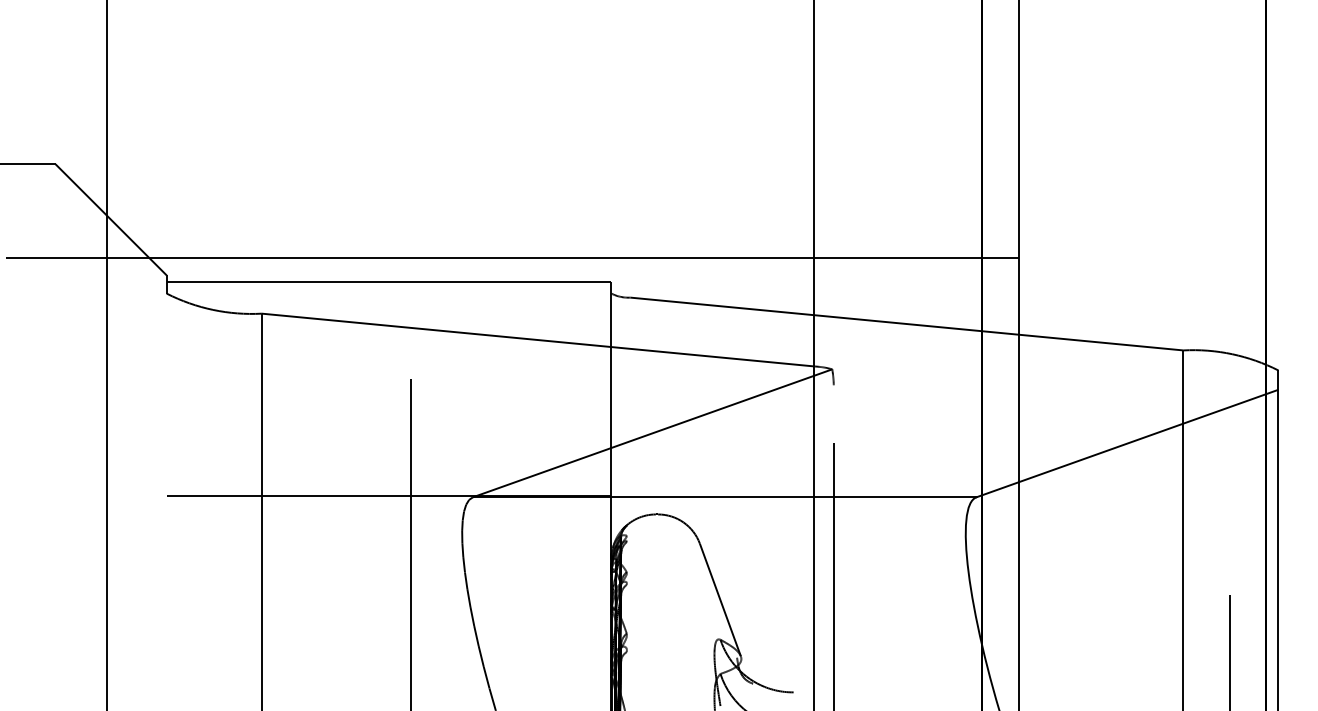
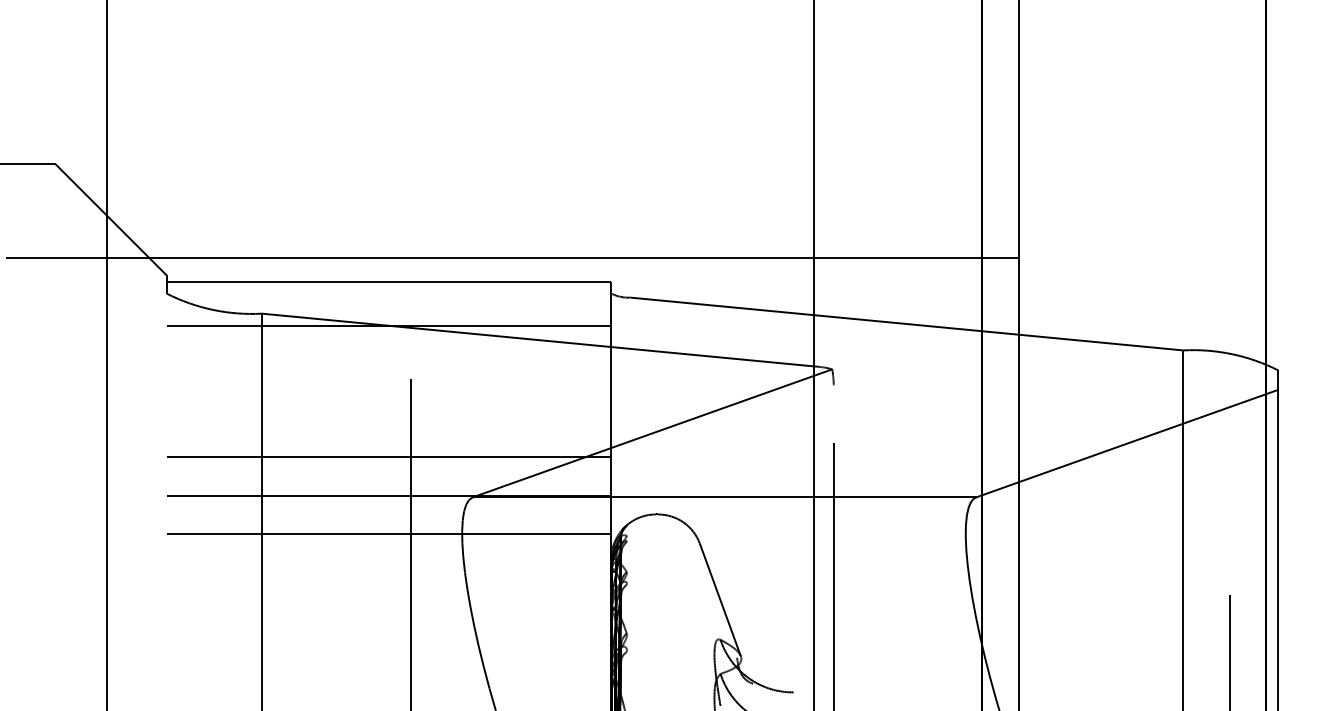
line at (388, 325): none -> present
line at (388, 456): none -> present
line at (388, 533): none -> present
